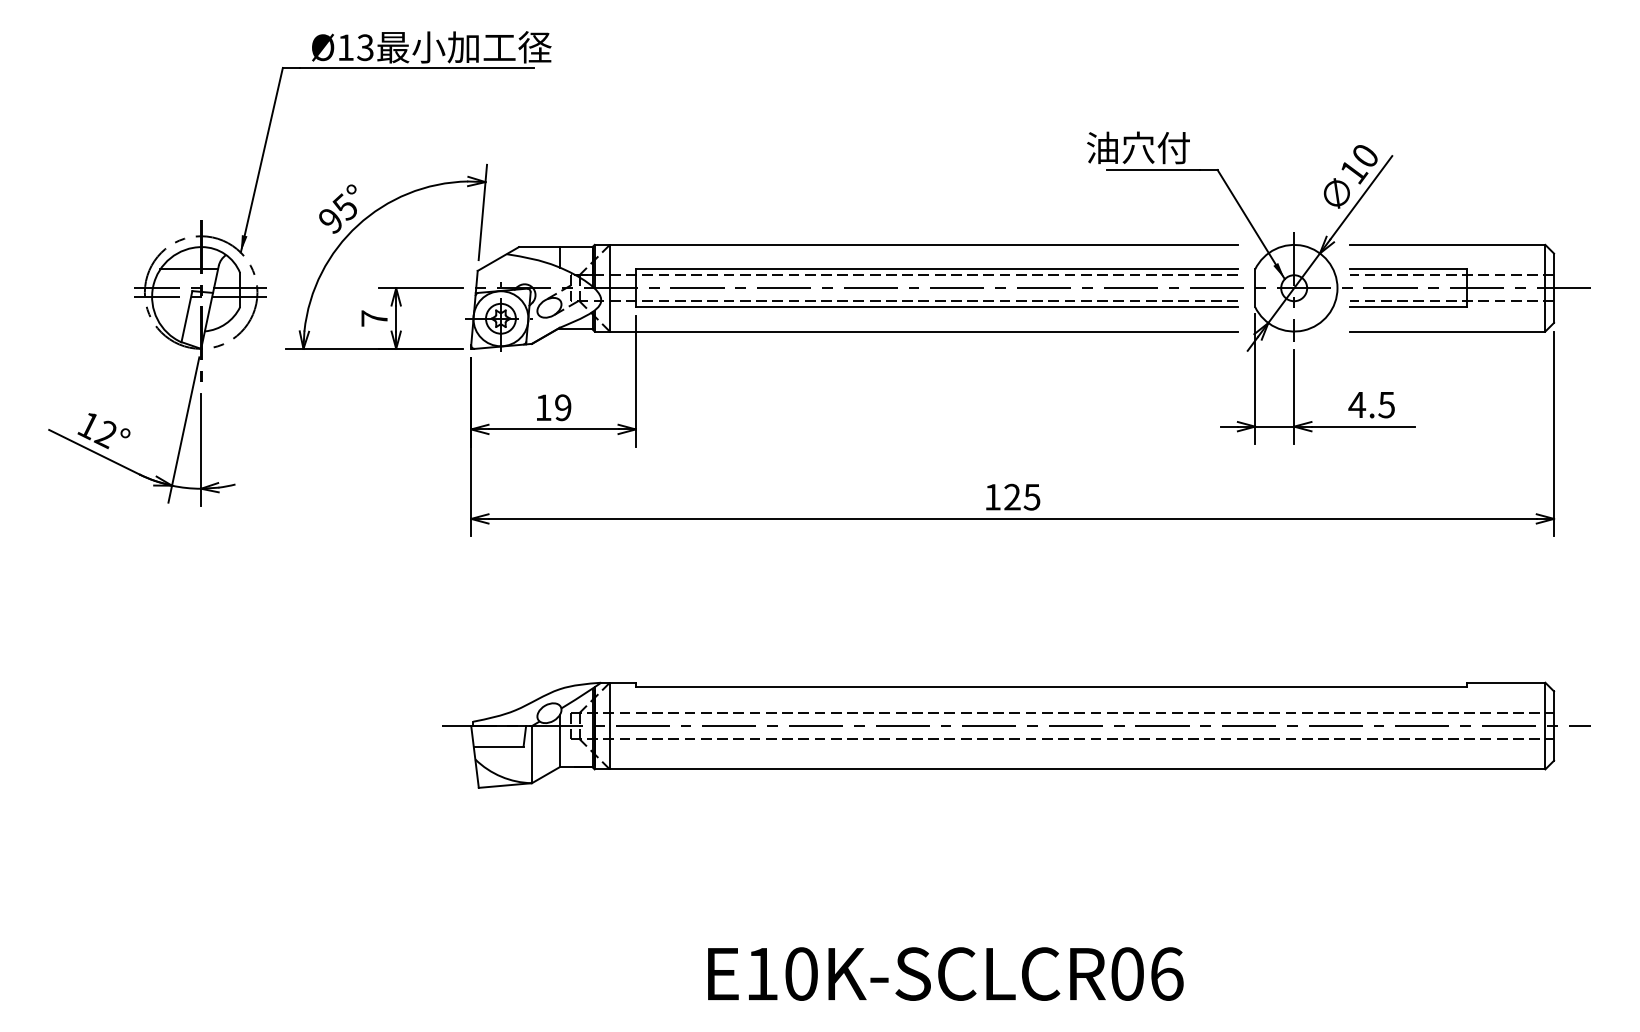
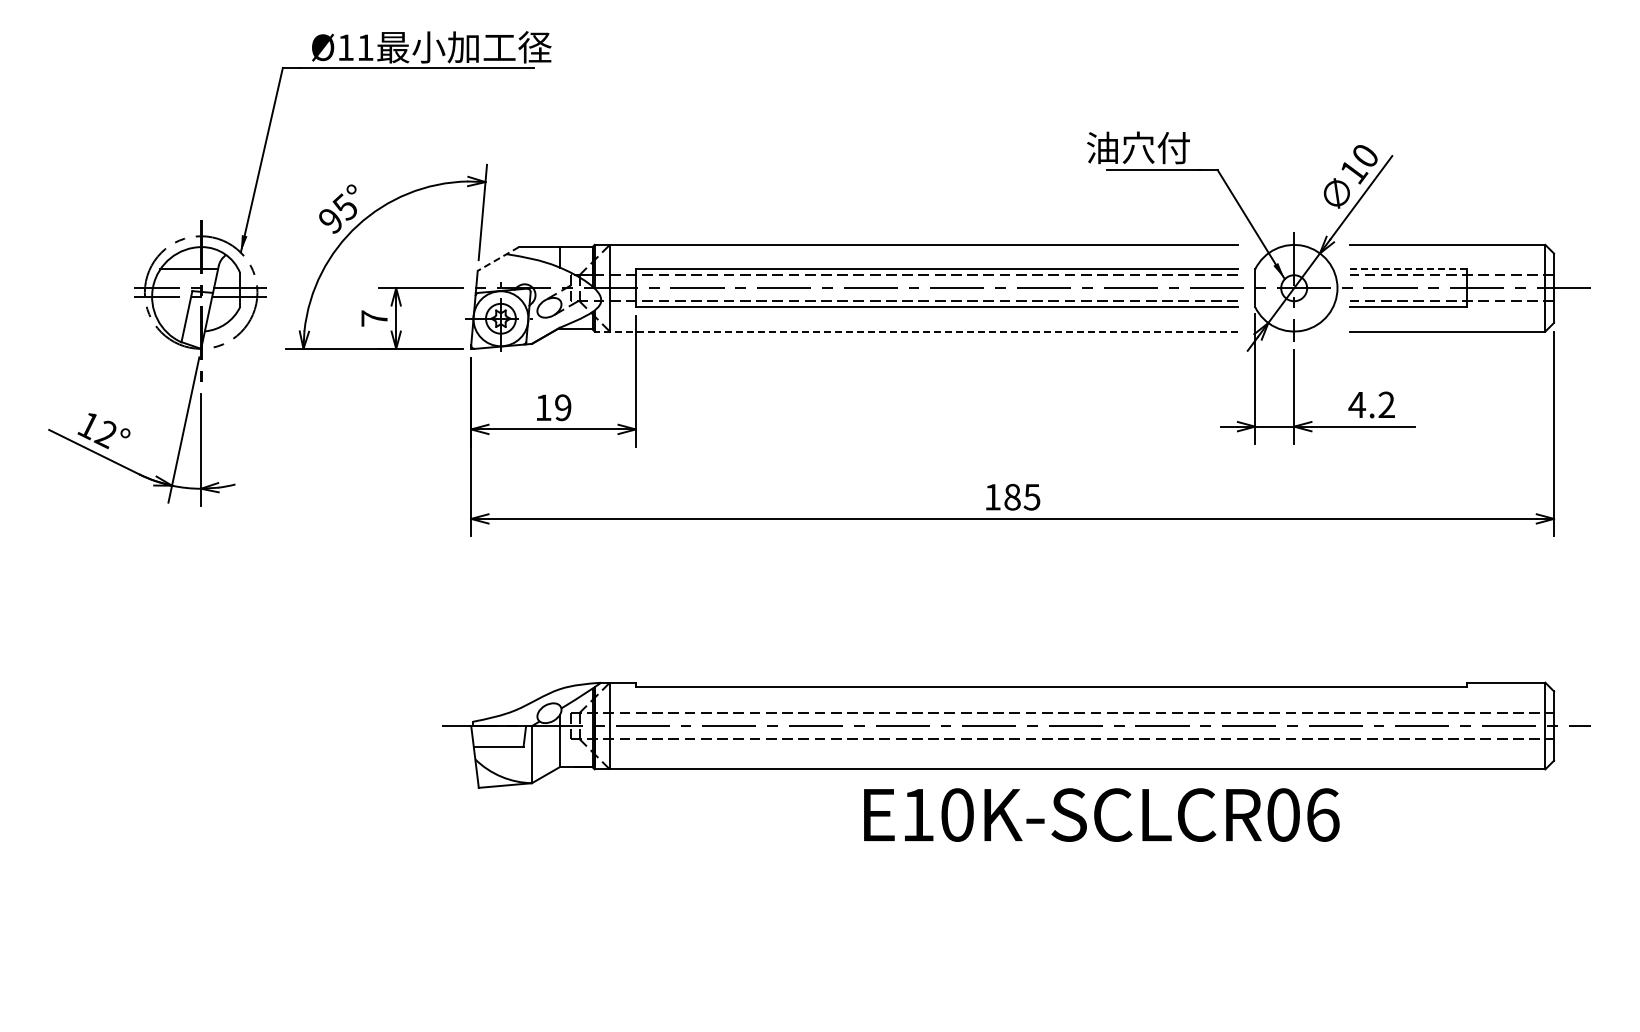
text at (365, 47): Ø13 -> Ø11
line at (498, 259): solid -> dashed
line at (1408, 269): solid -> dashed
line at (916, 331): solid -> dashed
text at (1386, 404): 4.5 -> 4.2
text at (1012, 496): 125 -> 185
text at (945, 973) position: (945, 973) -> (1101, 814)
